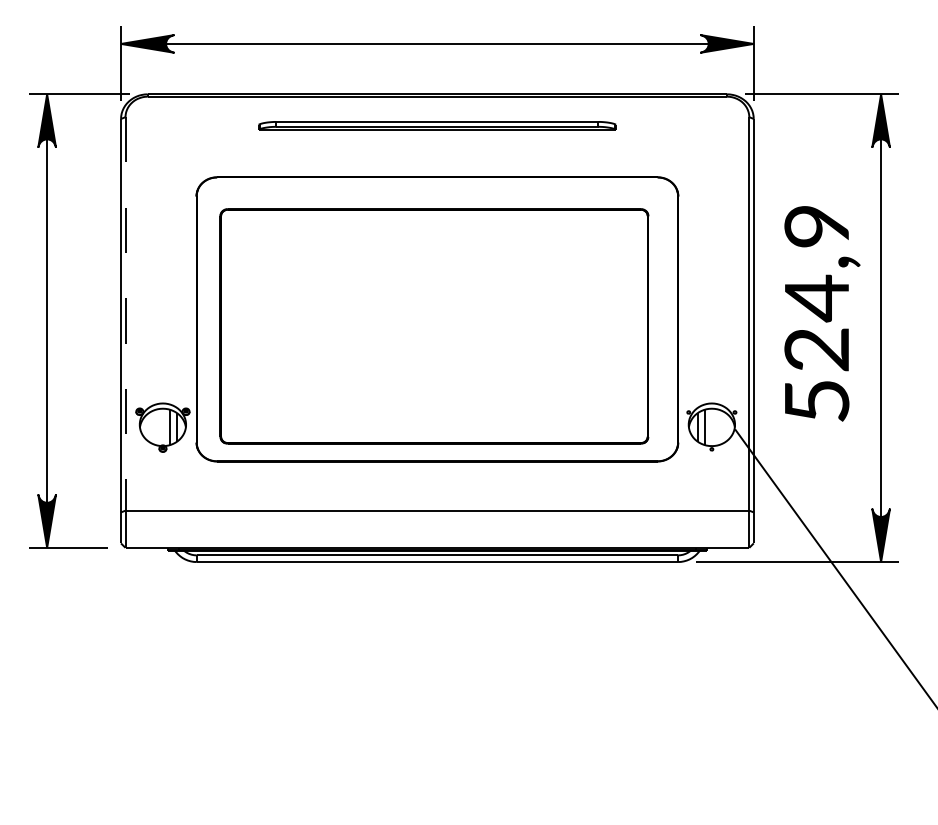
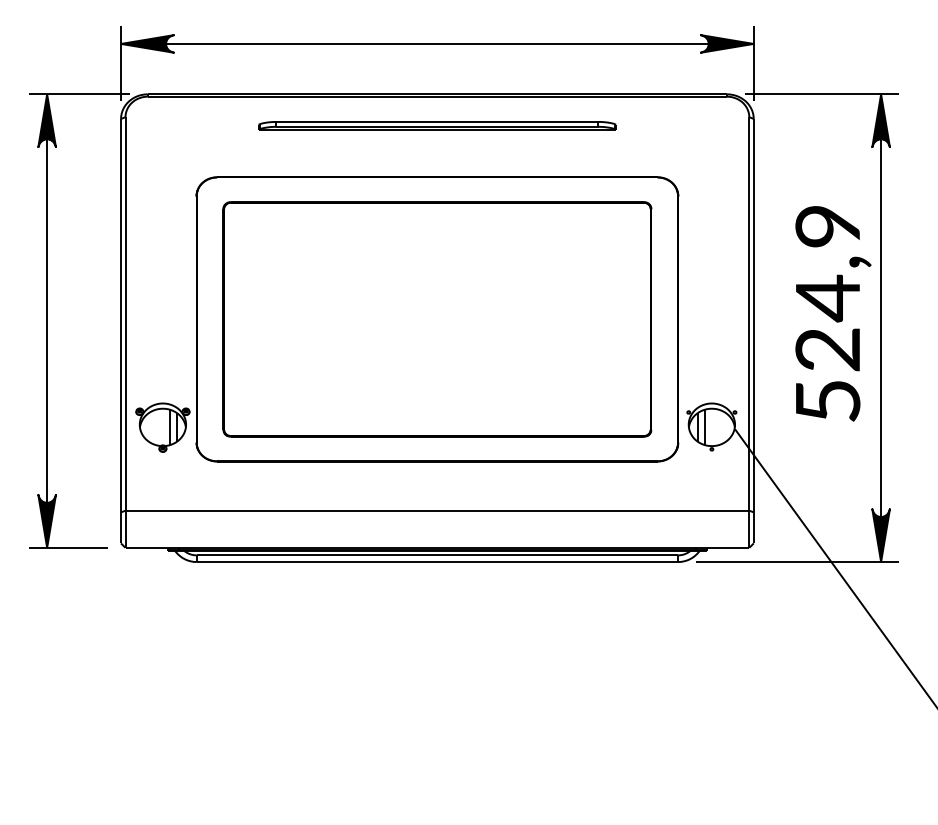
line at (125, 313): dashed -> solid
text at (822, 313) position: (822, 313) -> (833, 313)
part at (434, 326) position: (434, 326) -> (437, 319)
